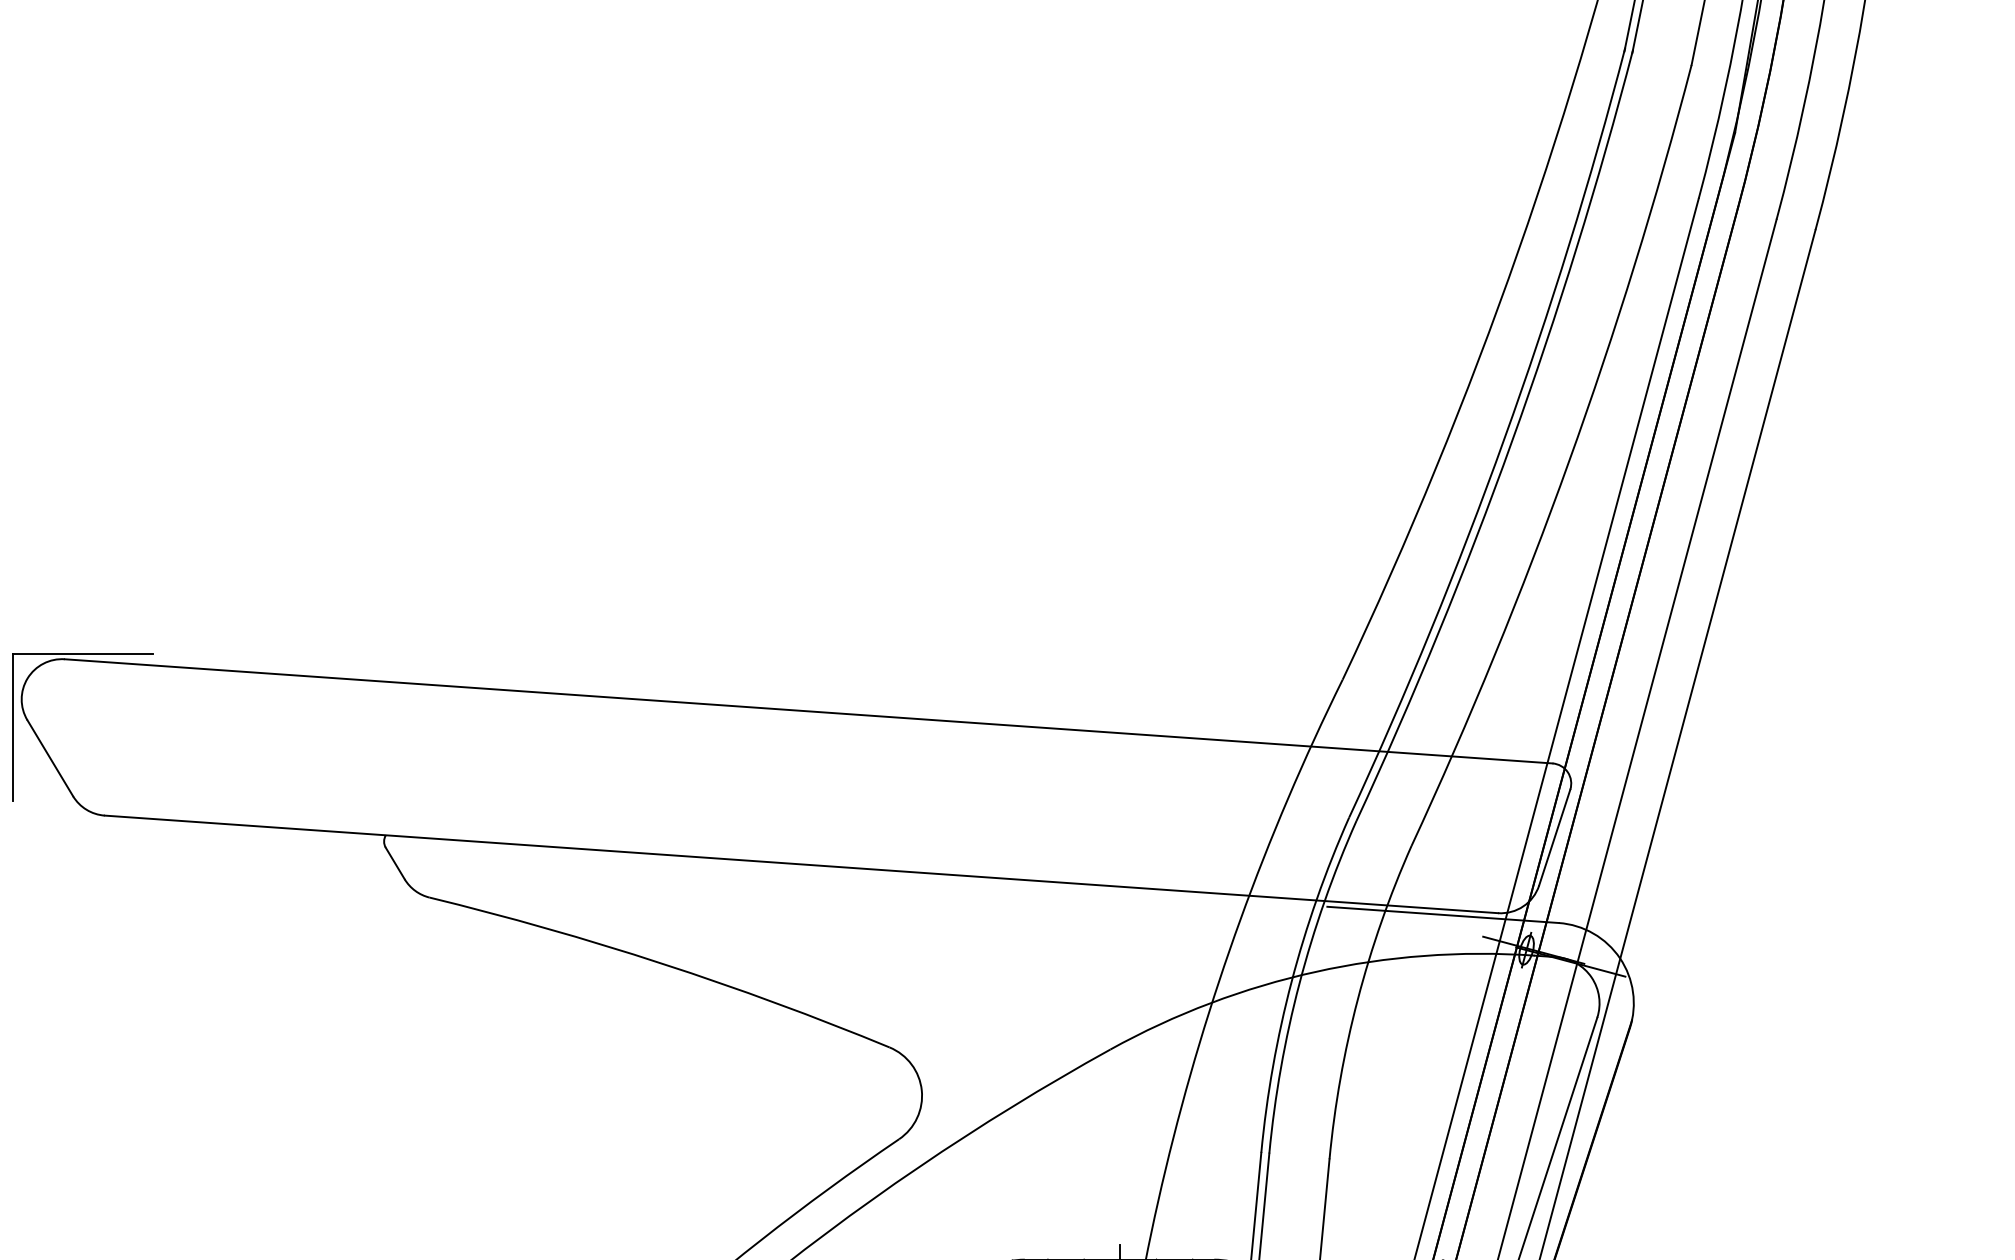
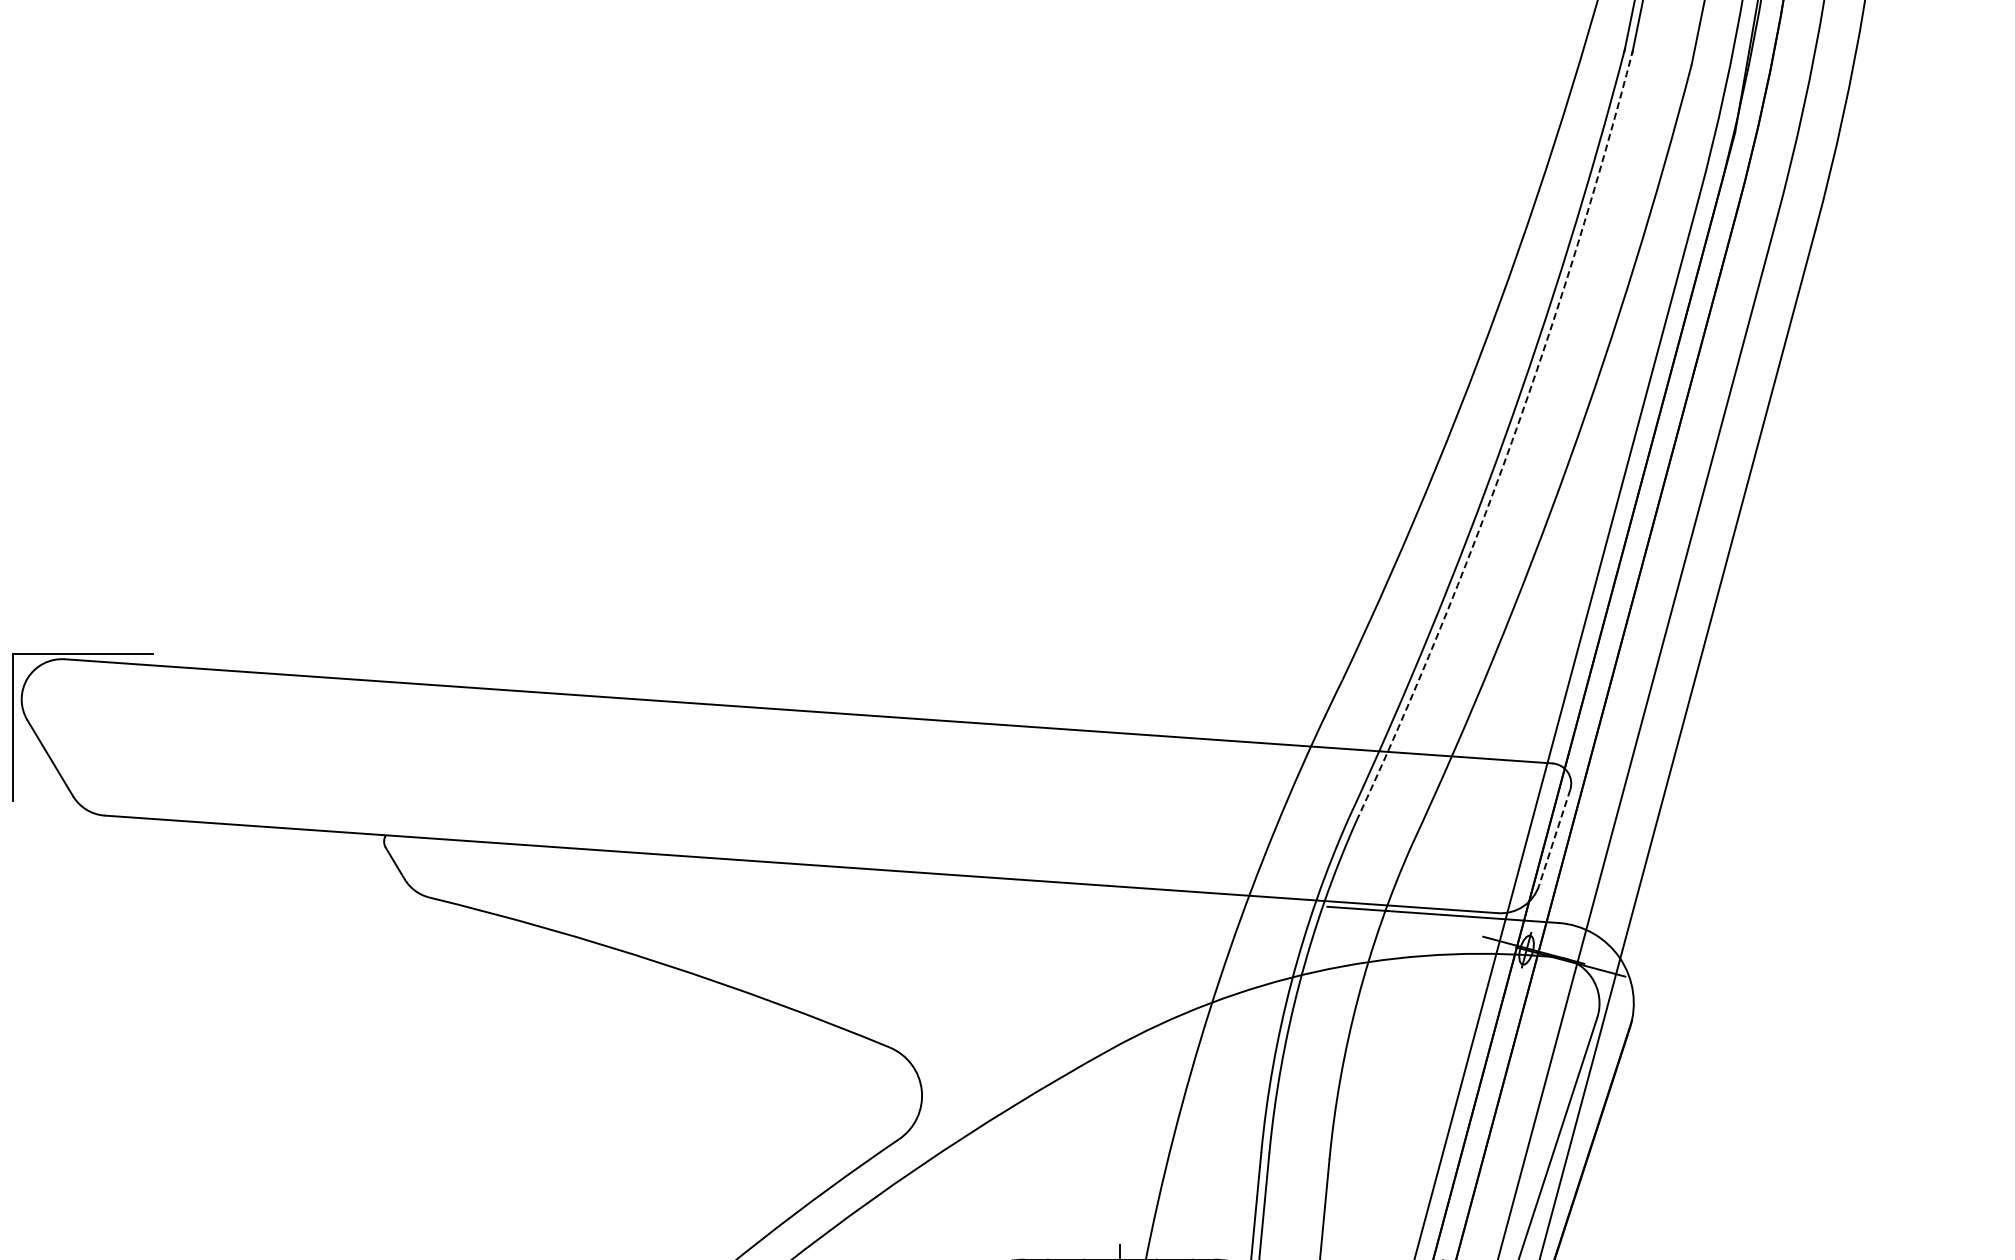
arc at (1512, 441): solid -> dashed
line at (1554, 838): solid -> dashed
